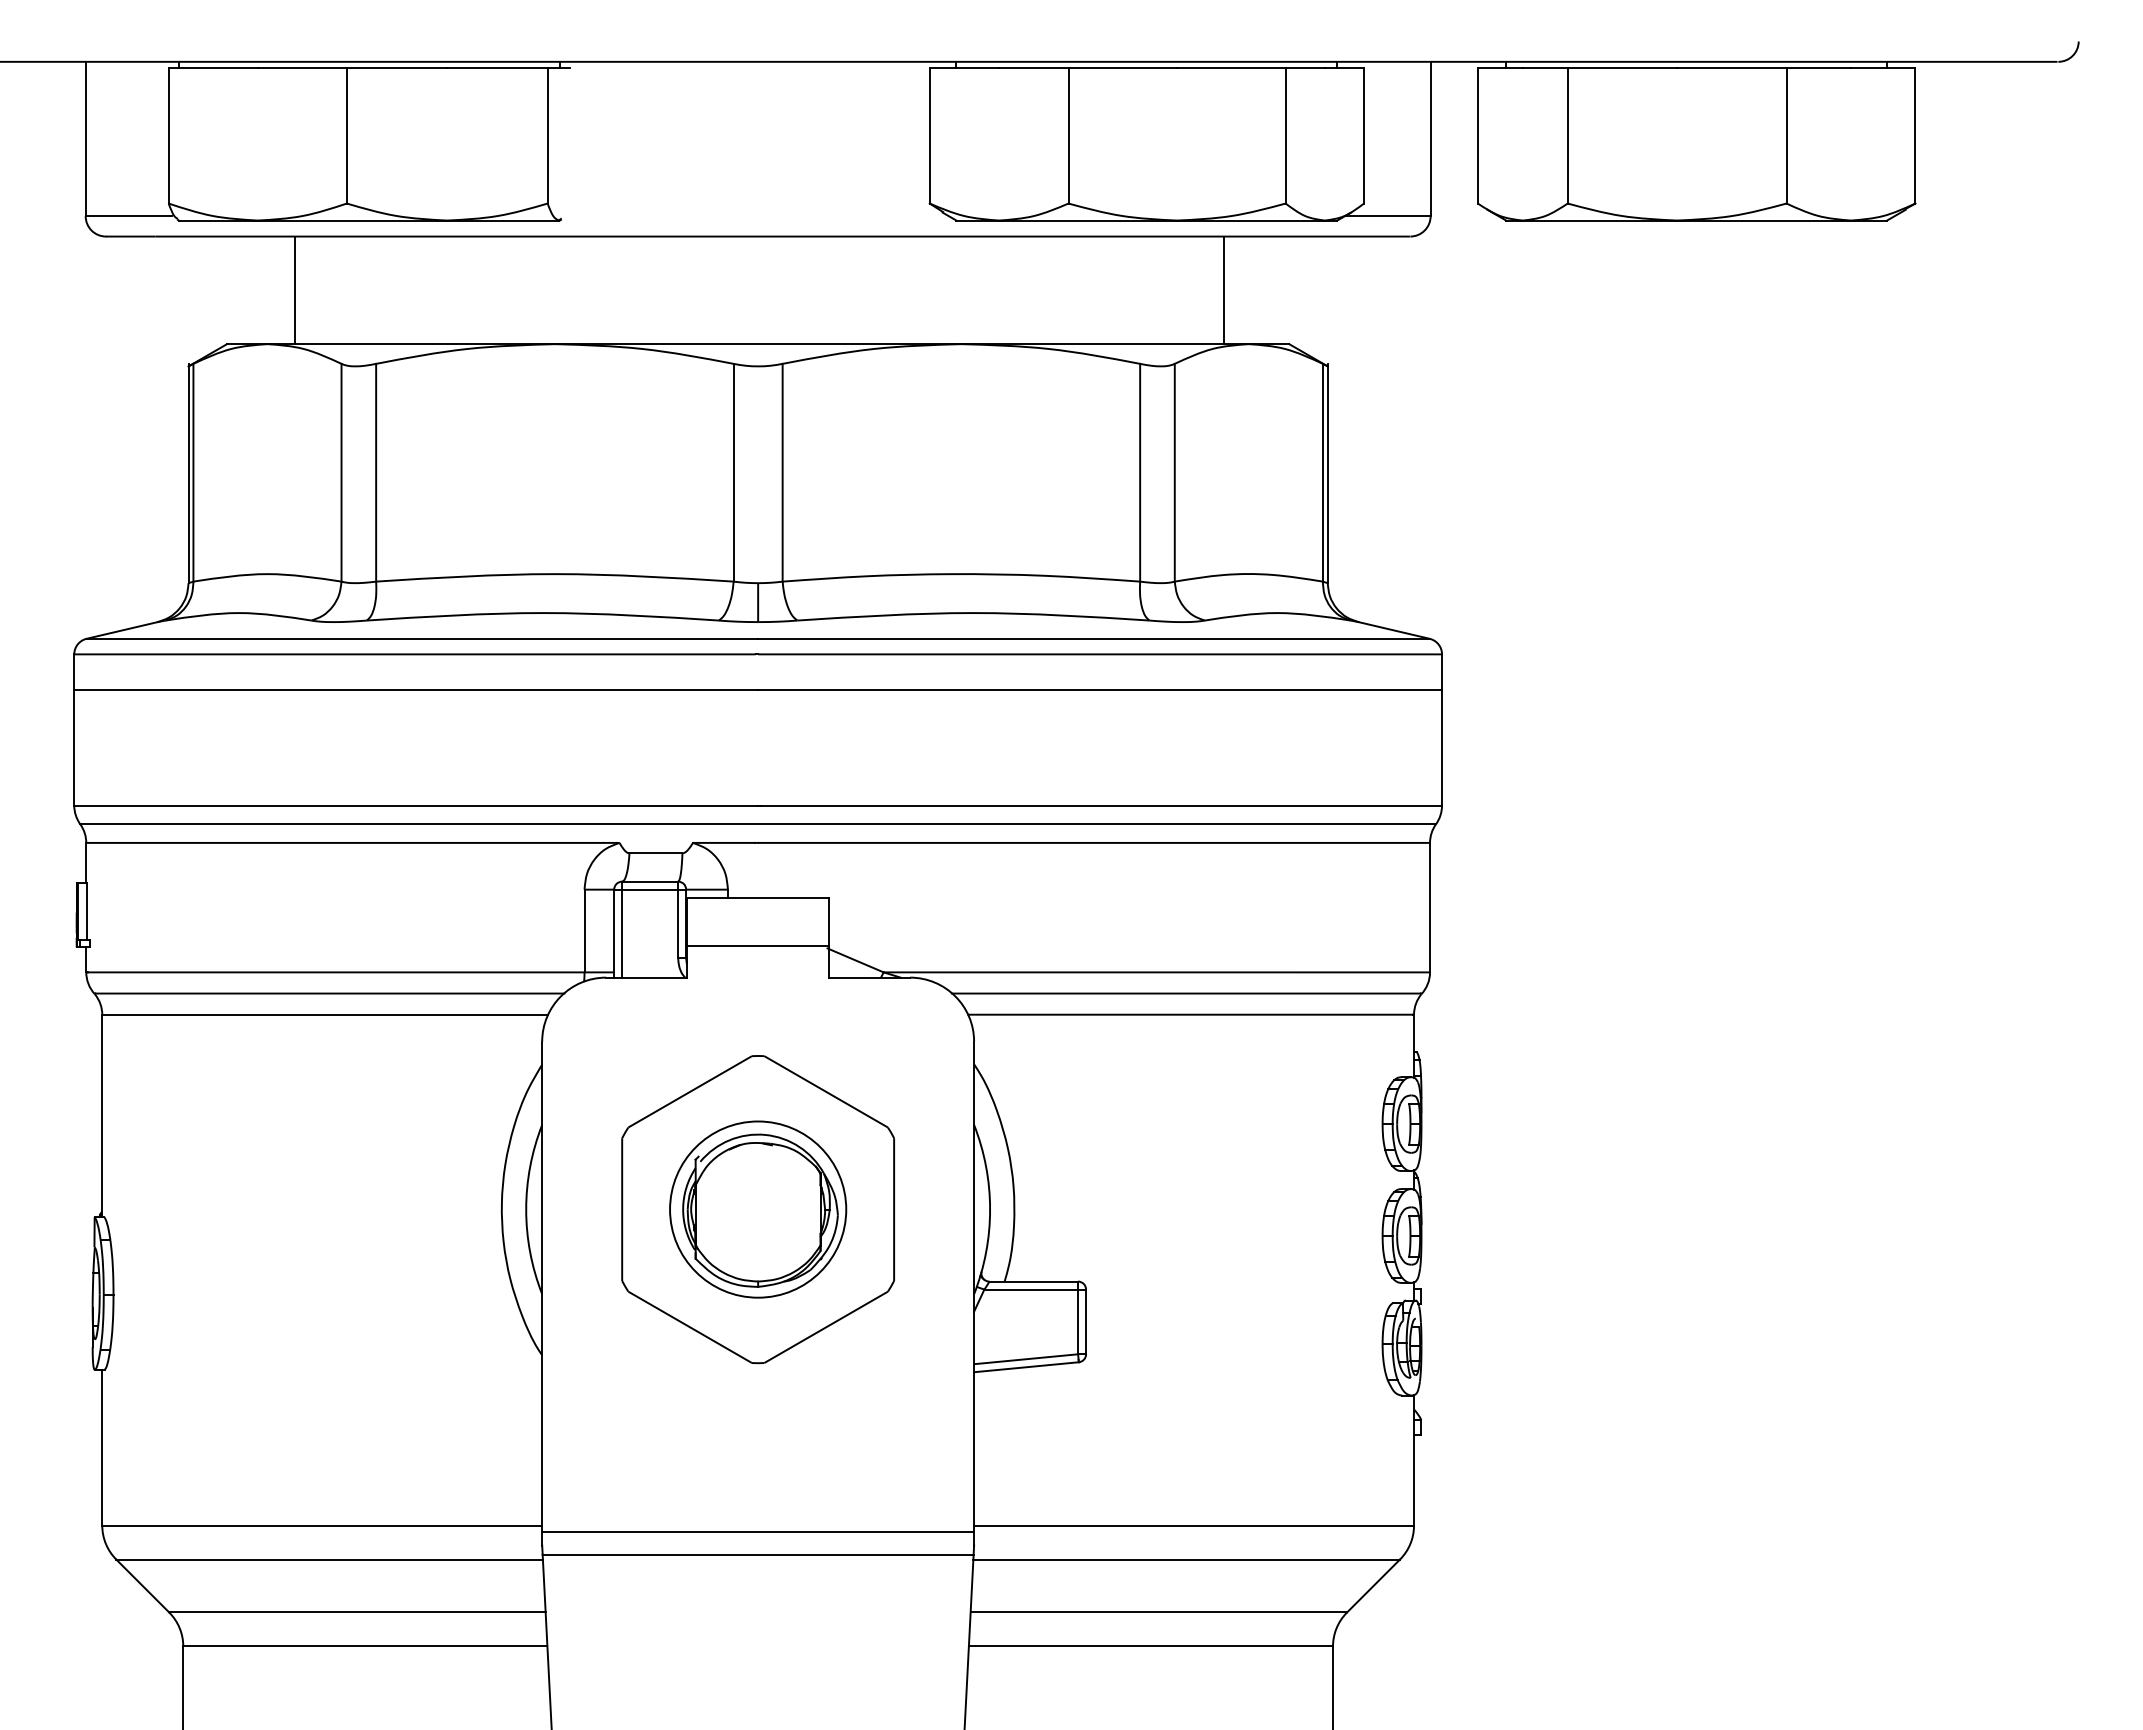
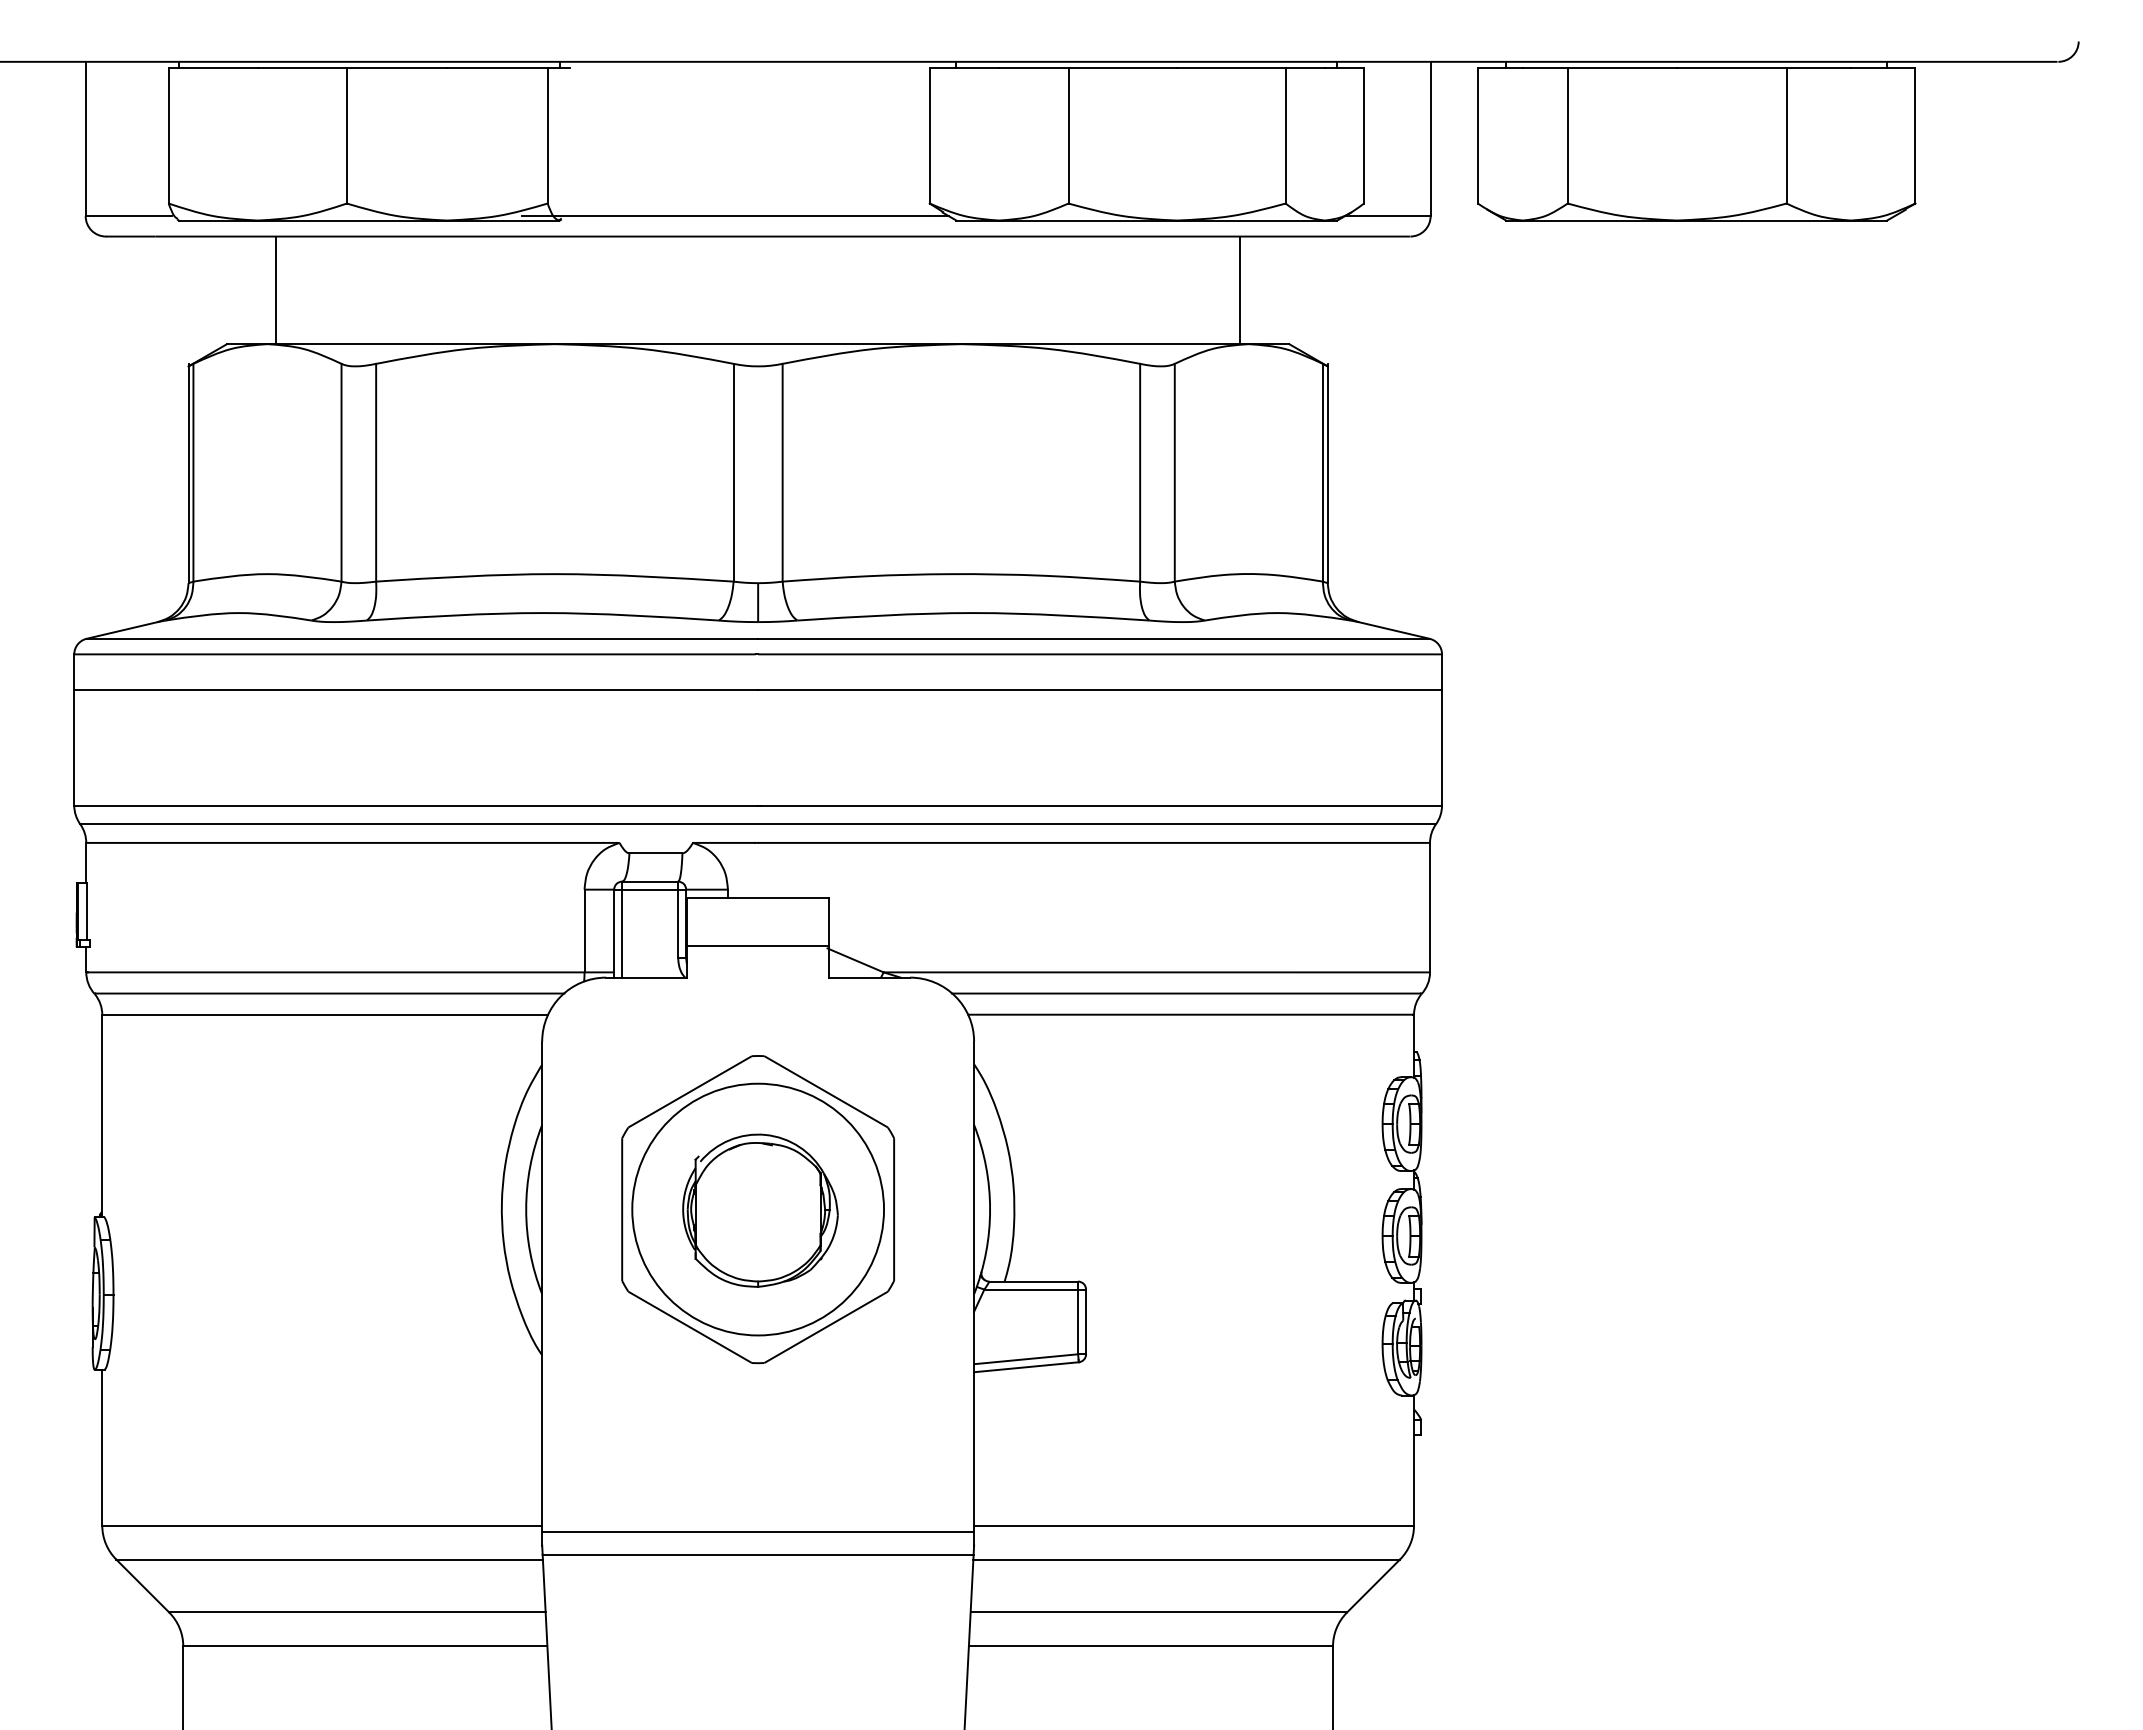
line at (735, 216): none -> present
line at (294, 290) position: (294, 290) -> (275, 290)
line at (1224, 290) position: (1224, 290) -> (1240, 290)
circle at (758, 1209) diameter: 176 px -> 252 px
